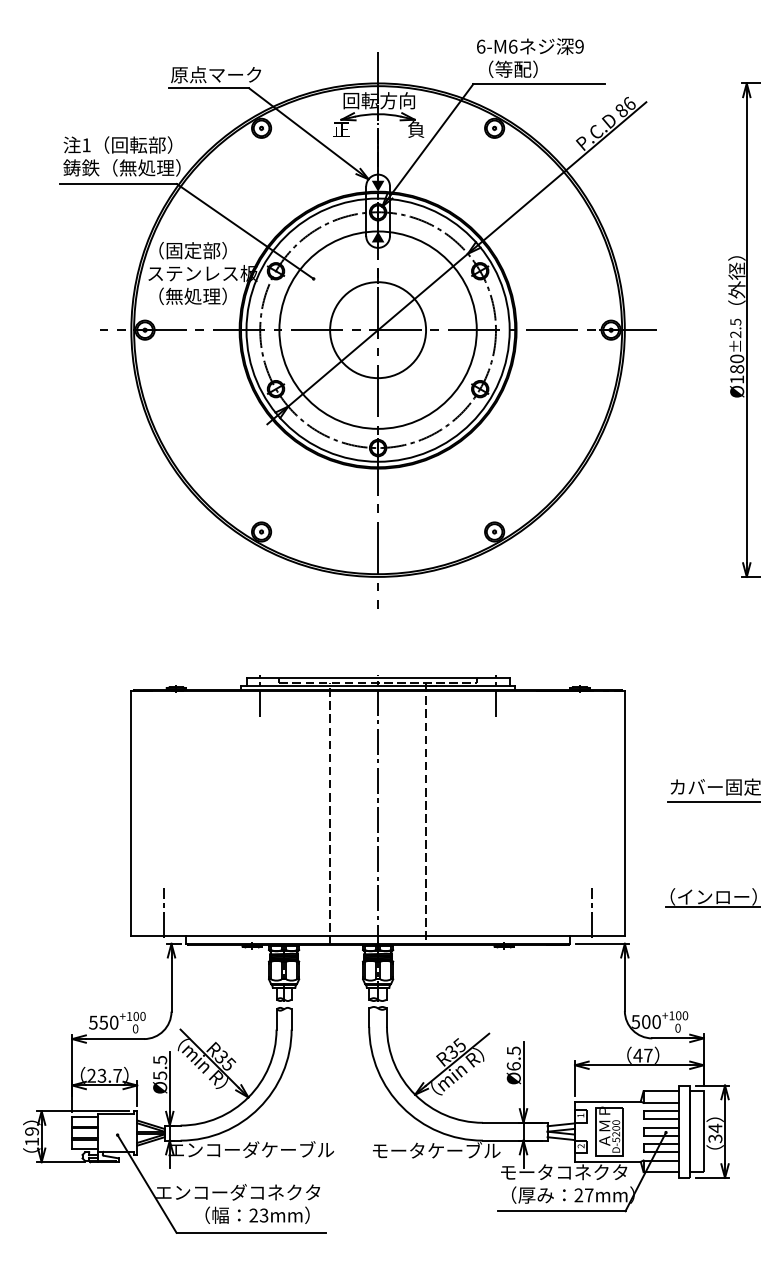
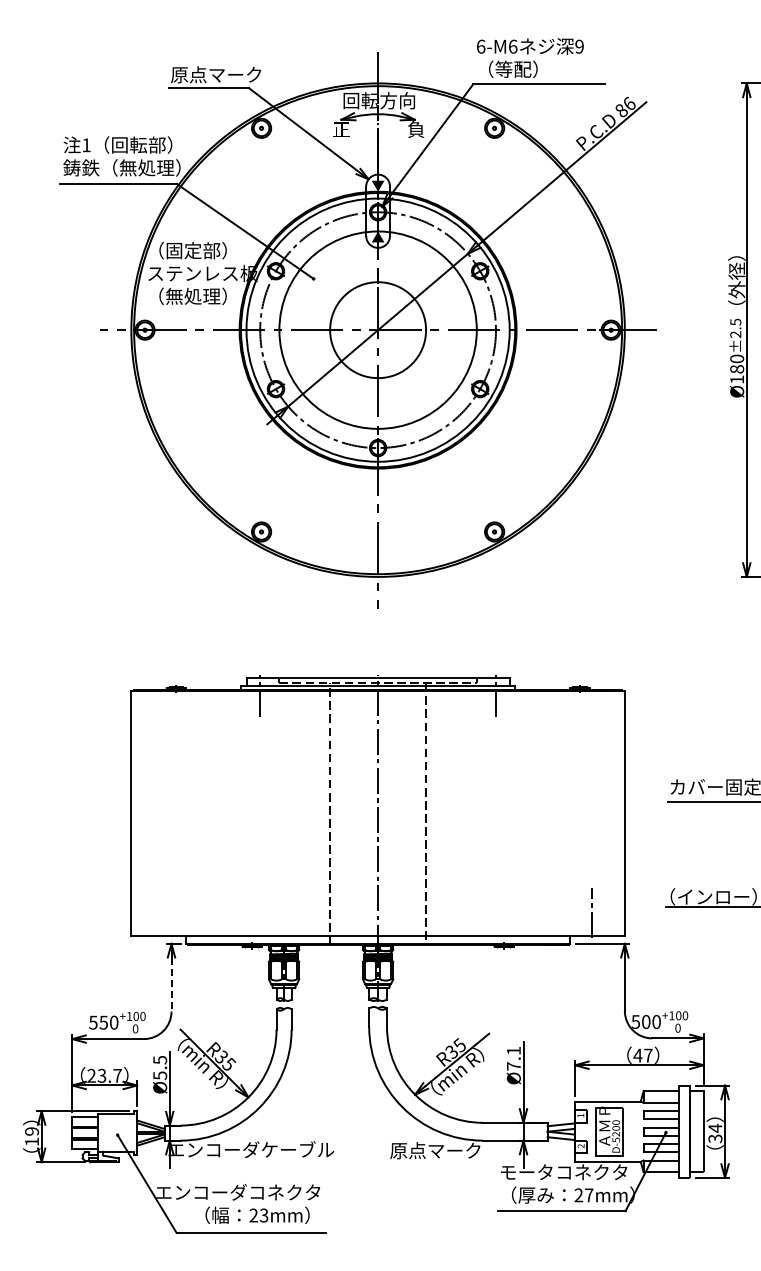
line at (164, 913): present -> none
line at (171, 984): solid -> dashed
text at (513, 1058): Ø6.5 -> Ø7.1
text at (436, 1150): モータケーブル -> 原点マーク
